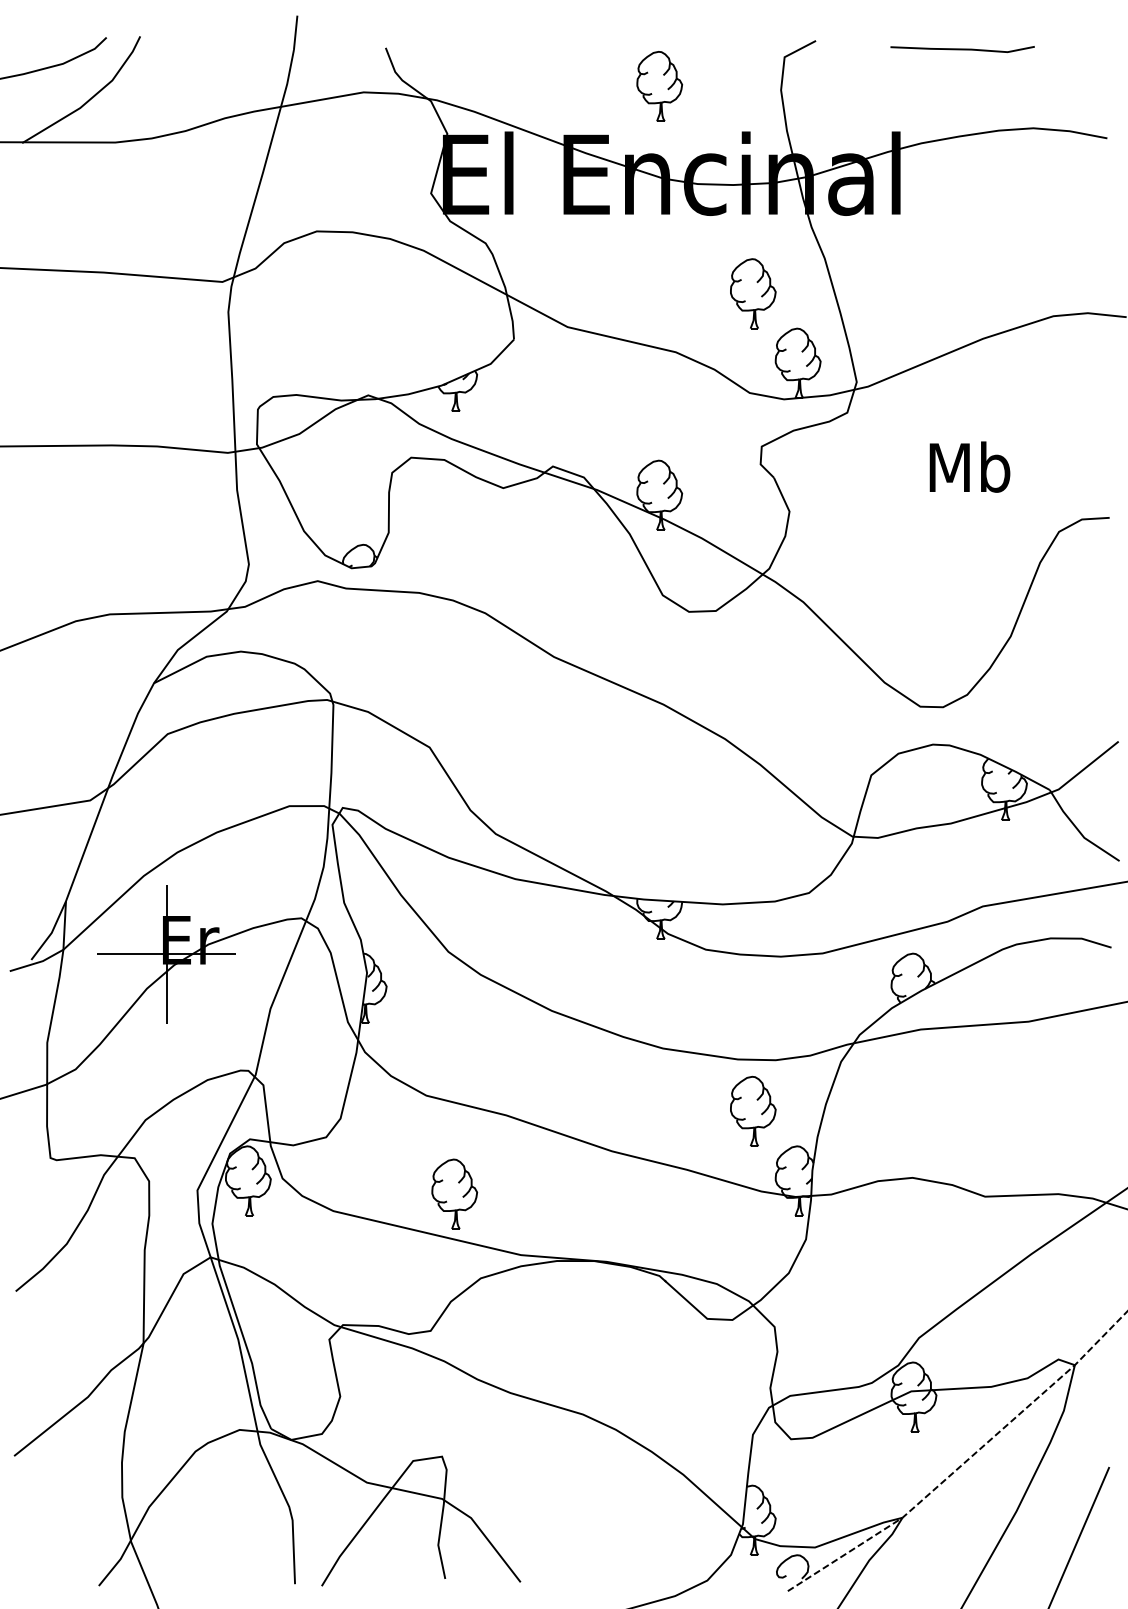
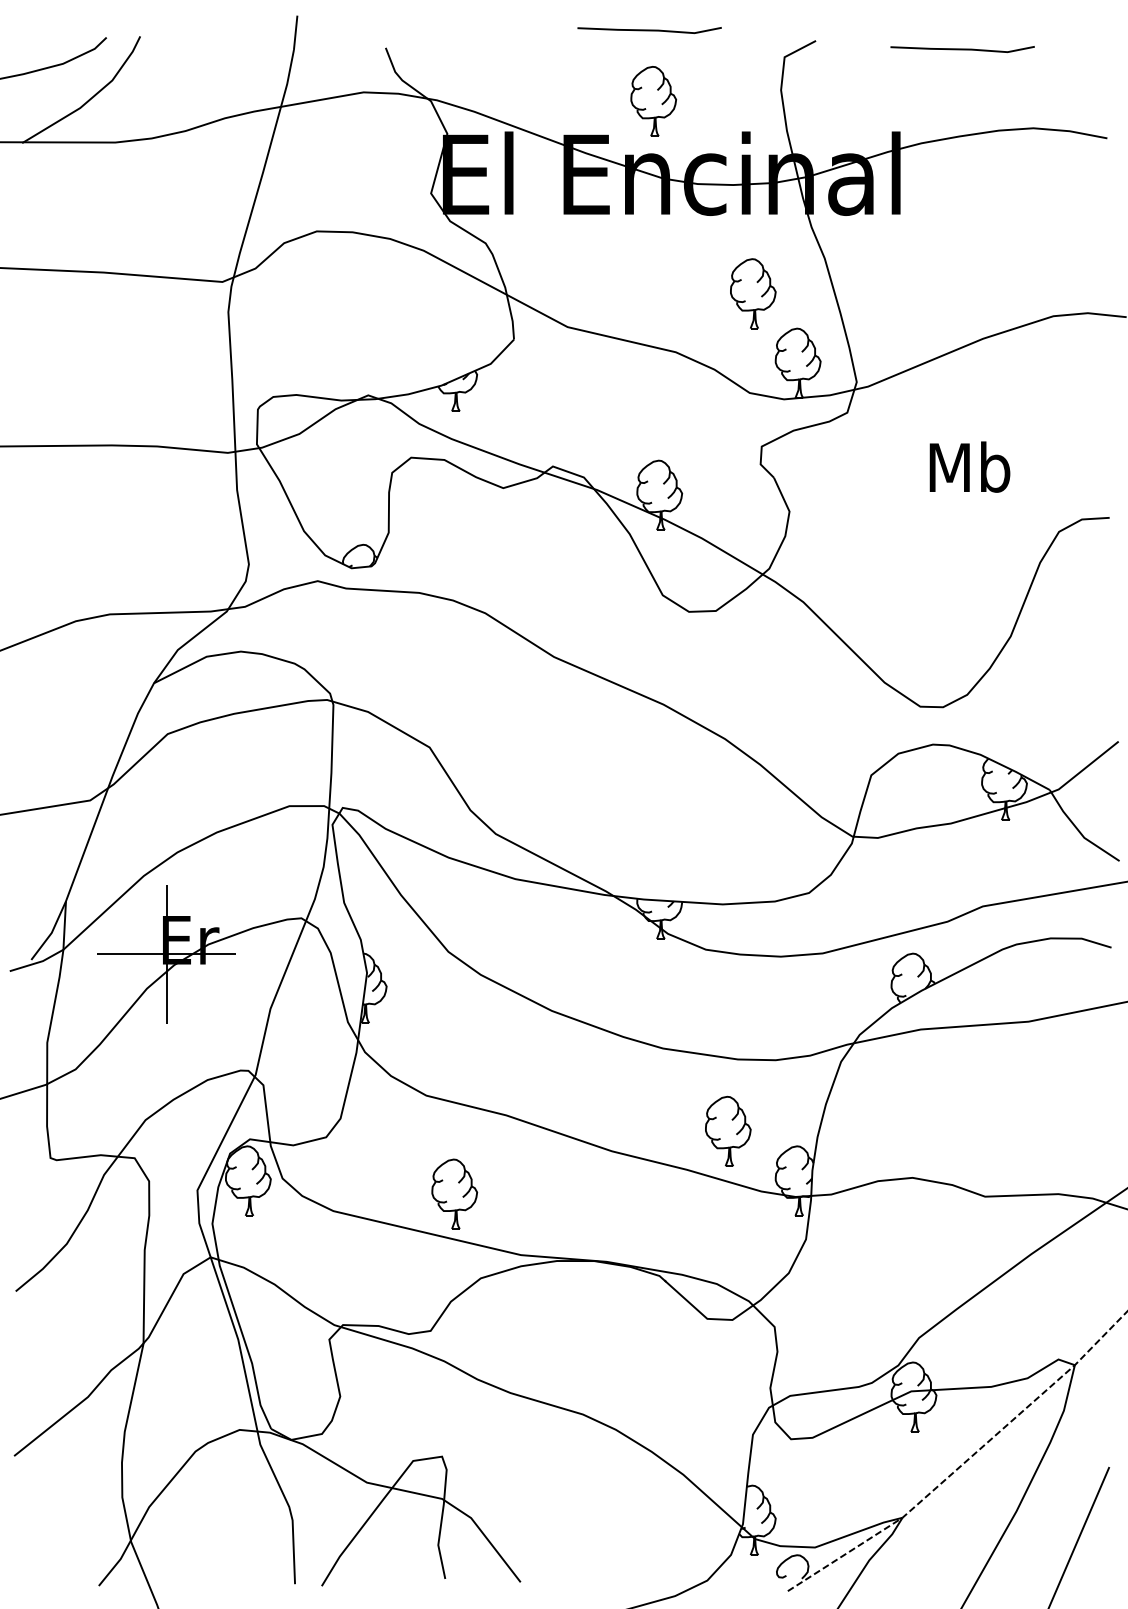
line at (649, 30): none -> present
part at (659, 86) position: (659, 86) -> (653, 101)
part at (753, 1110) position: (753, 1110) -> (728, 1130)
